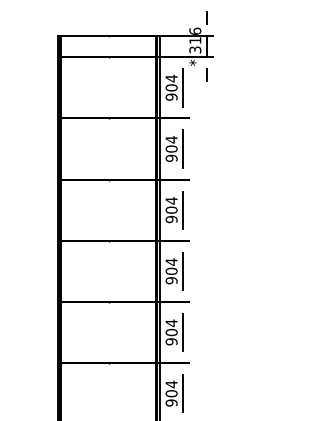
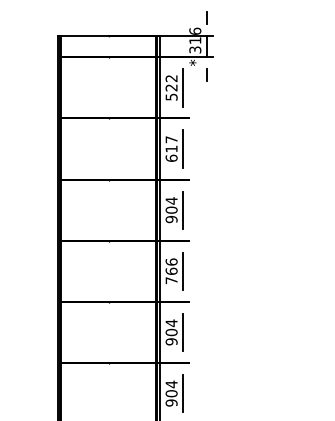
text at (171, 87): 904 -> 522
text at (171, 148): 904 -> 617
text at (171, 271): 904 -> 766
